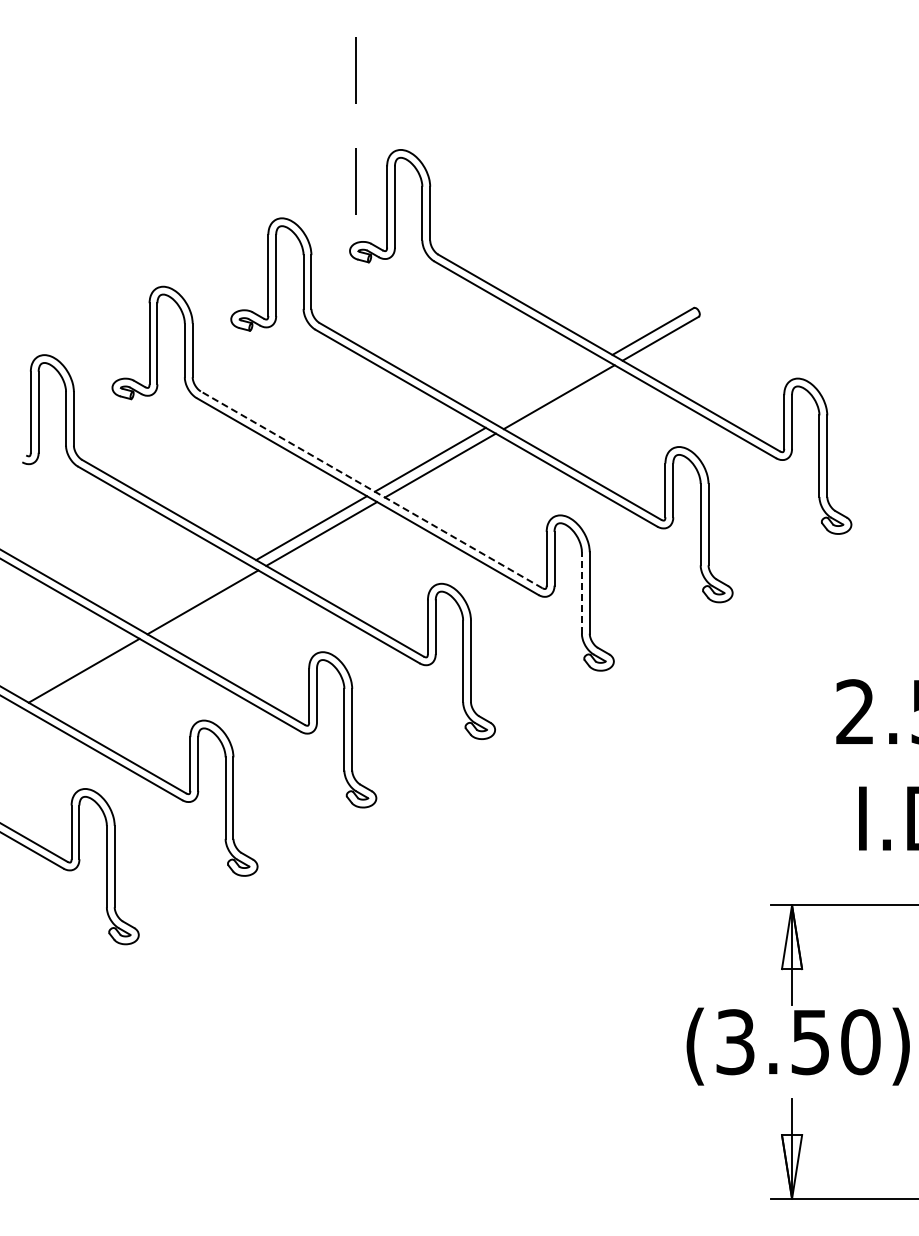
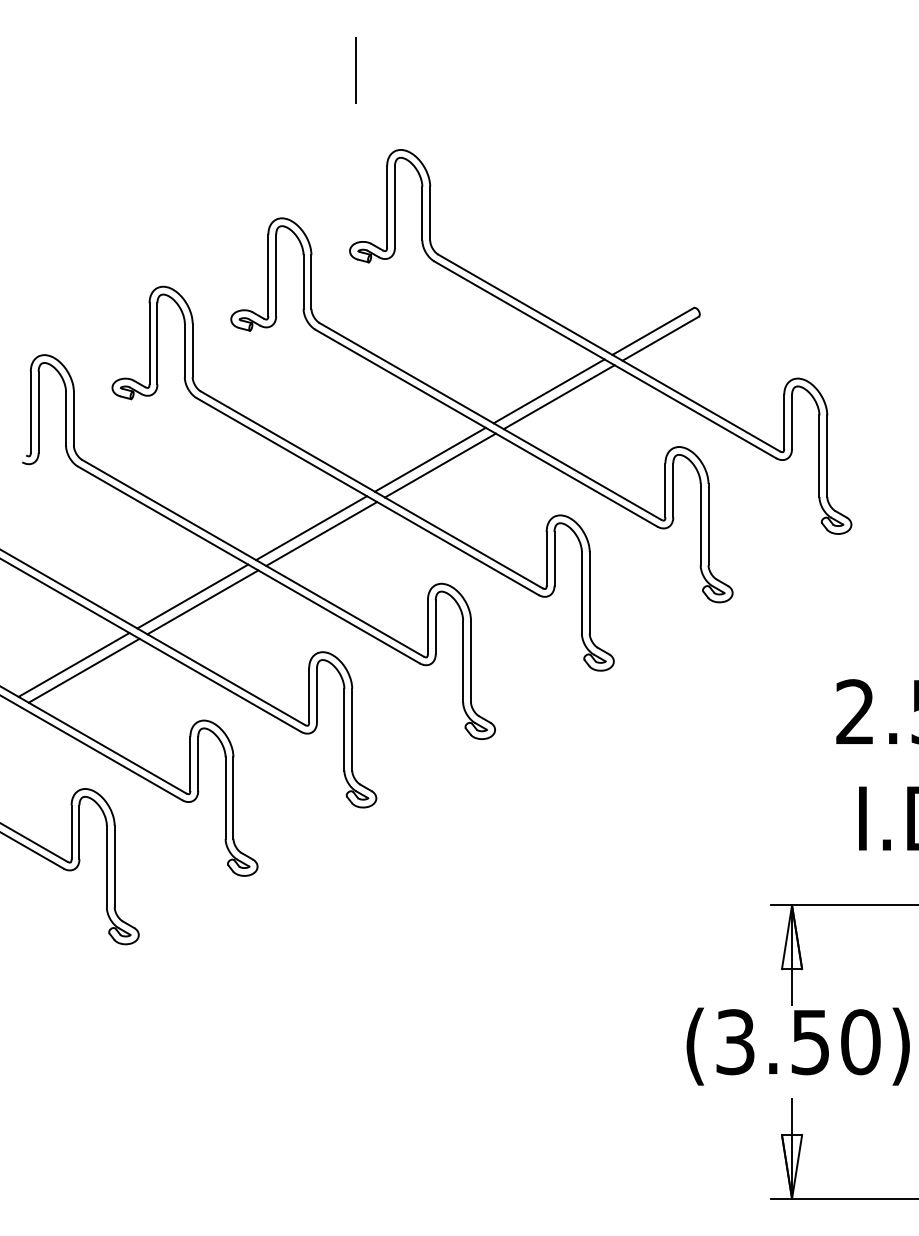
line at (355, 181): present -> none
line at (548, 391): none -> present
line at (371, 489): dashed -> solid
line at (581, 592): dashed -> solid
line at (192, 596): none -> present
line at (73, 664): none -> present
